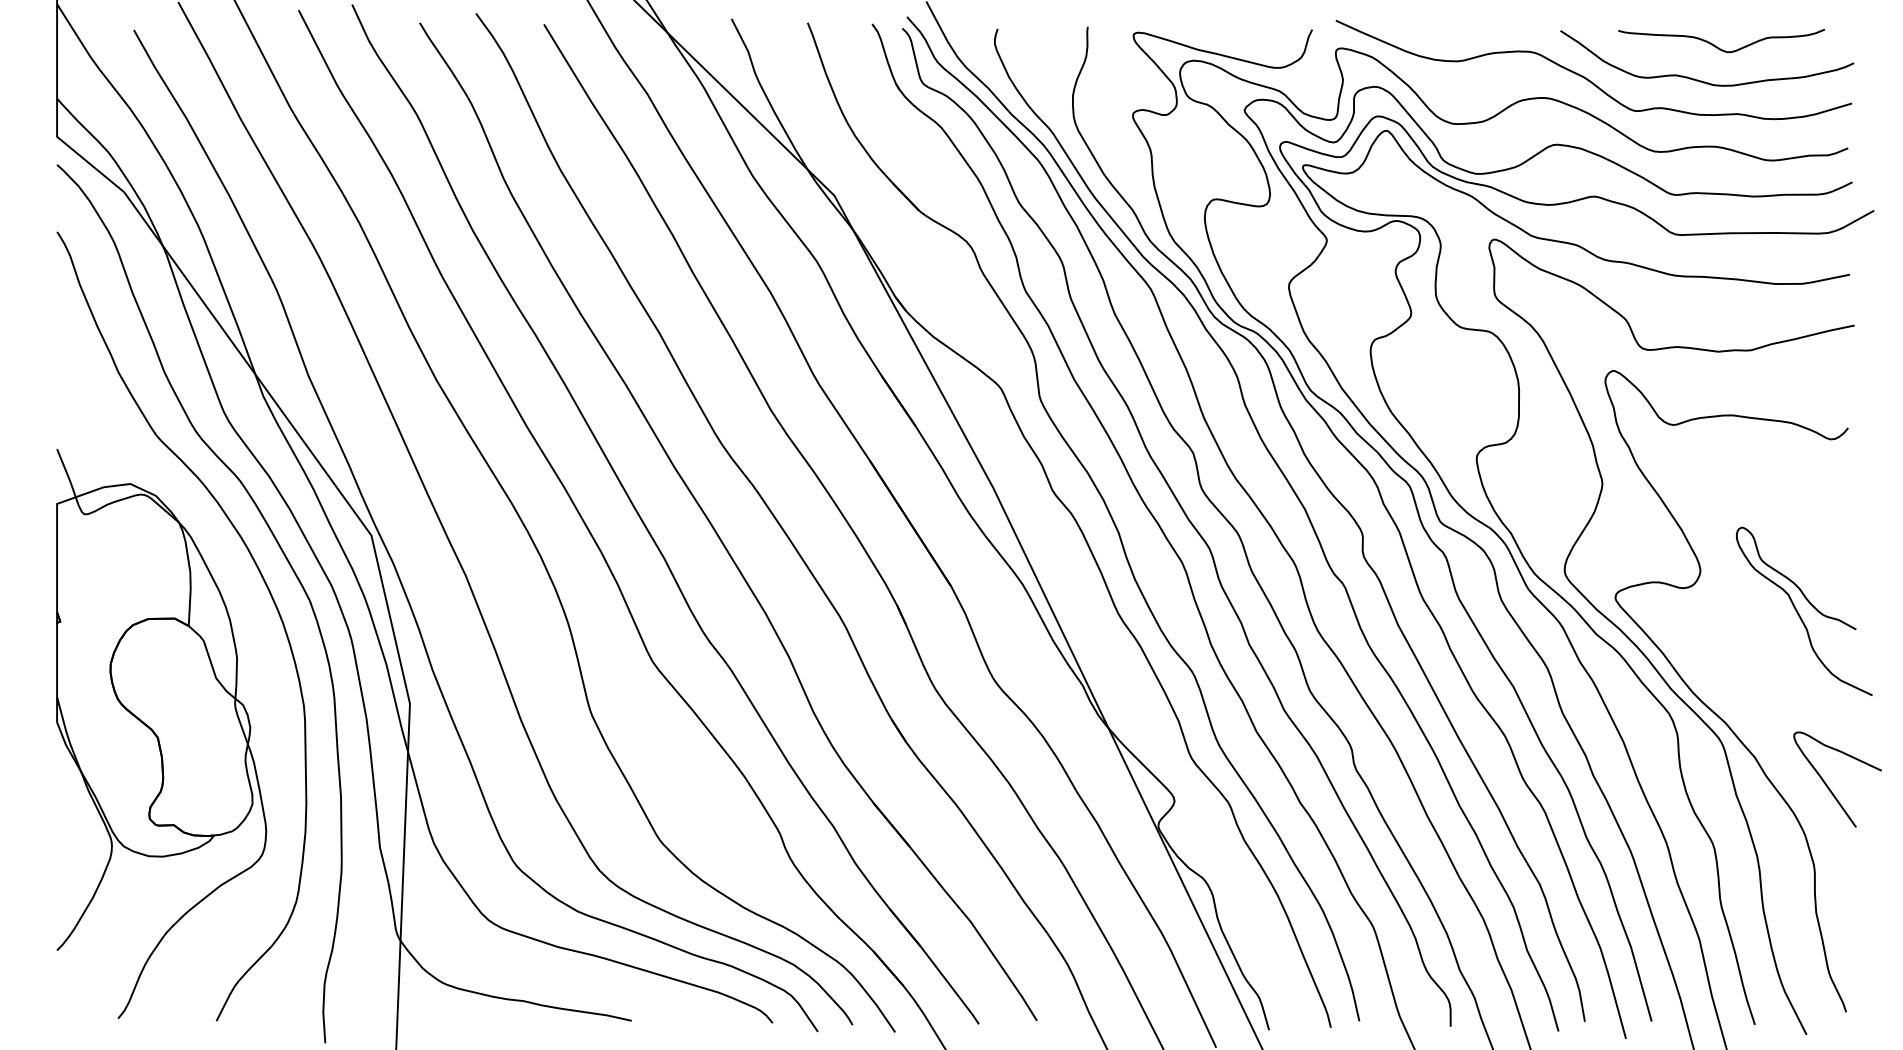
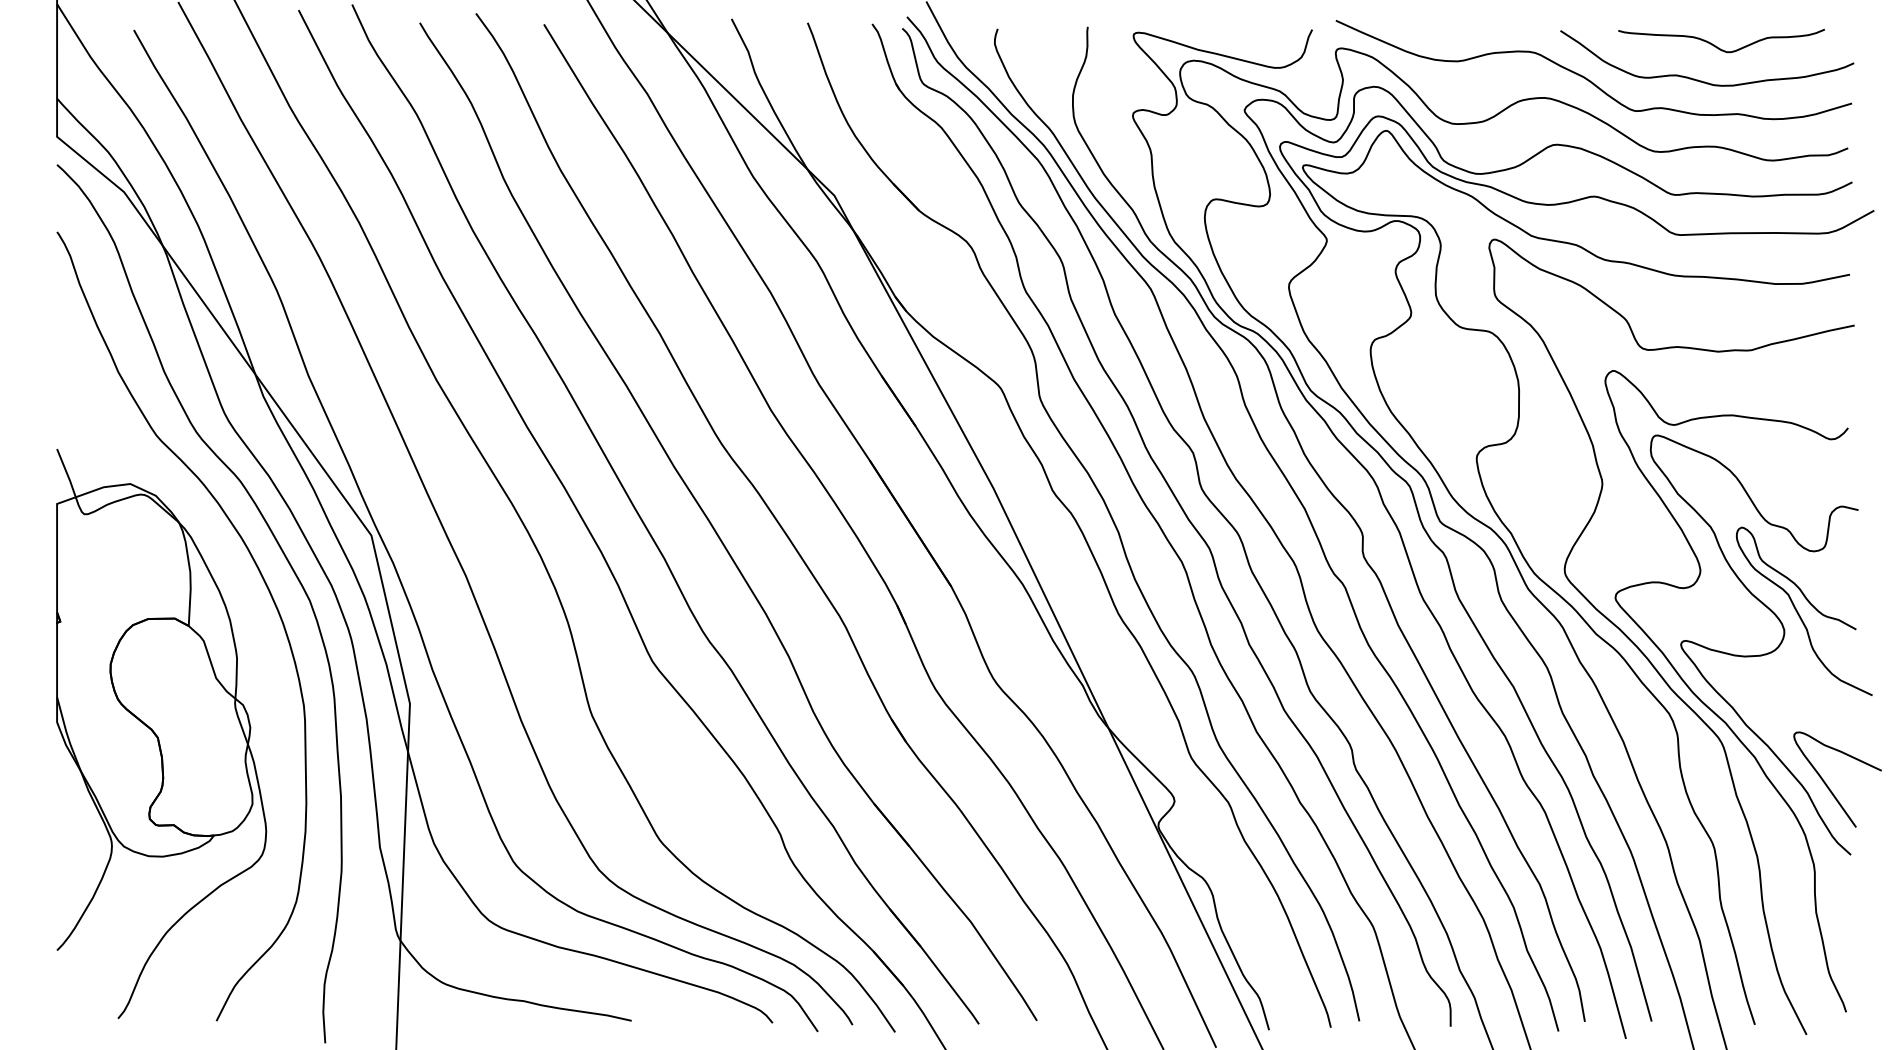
curve at (1753, 655): none -> present
